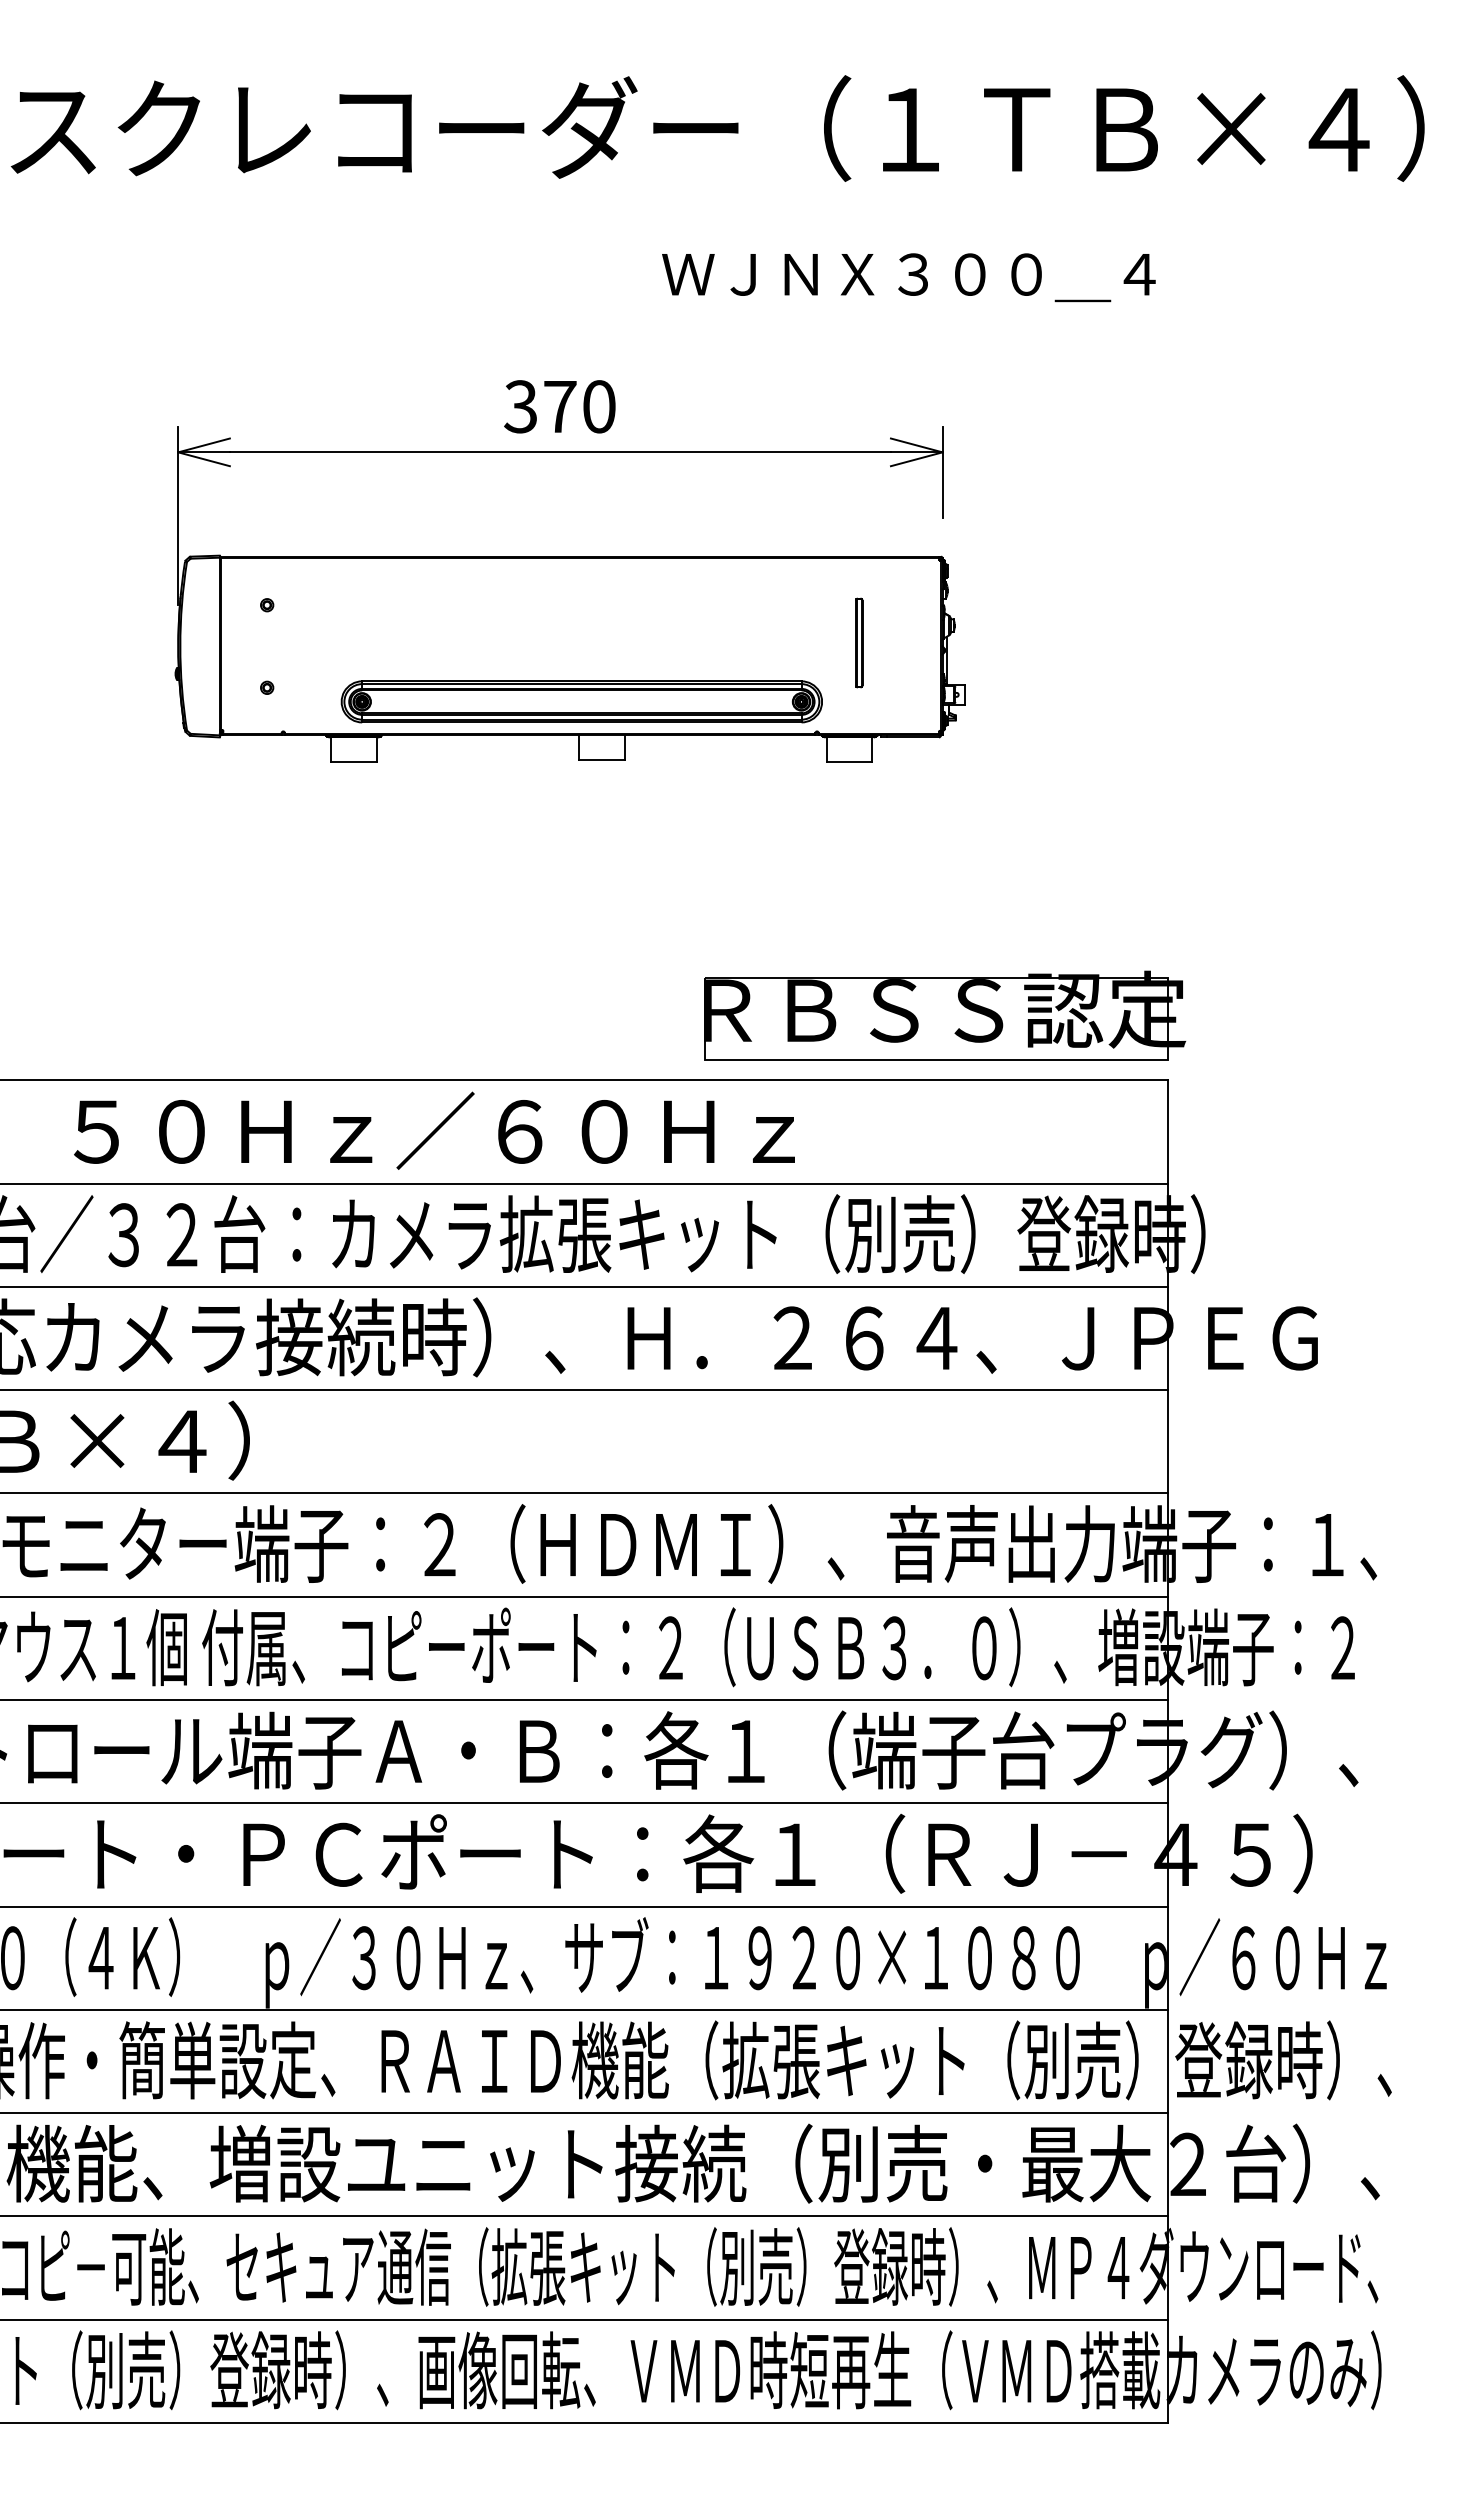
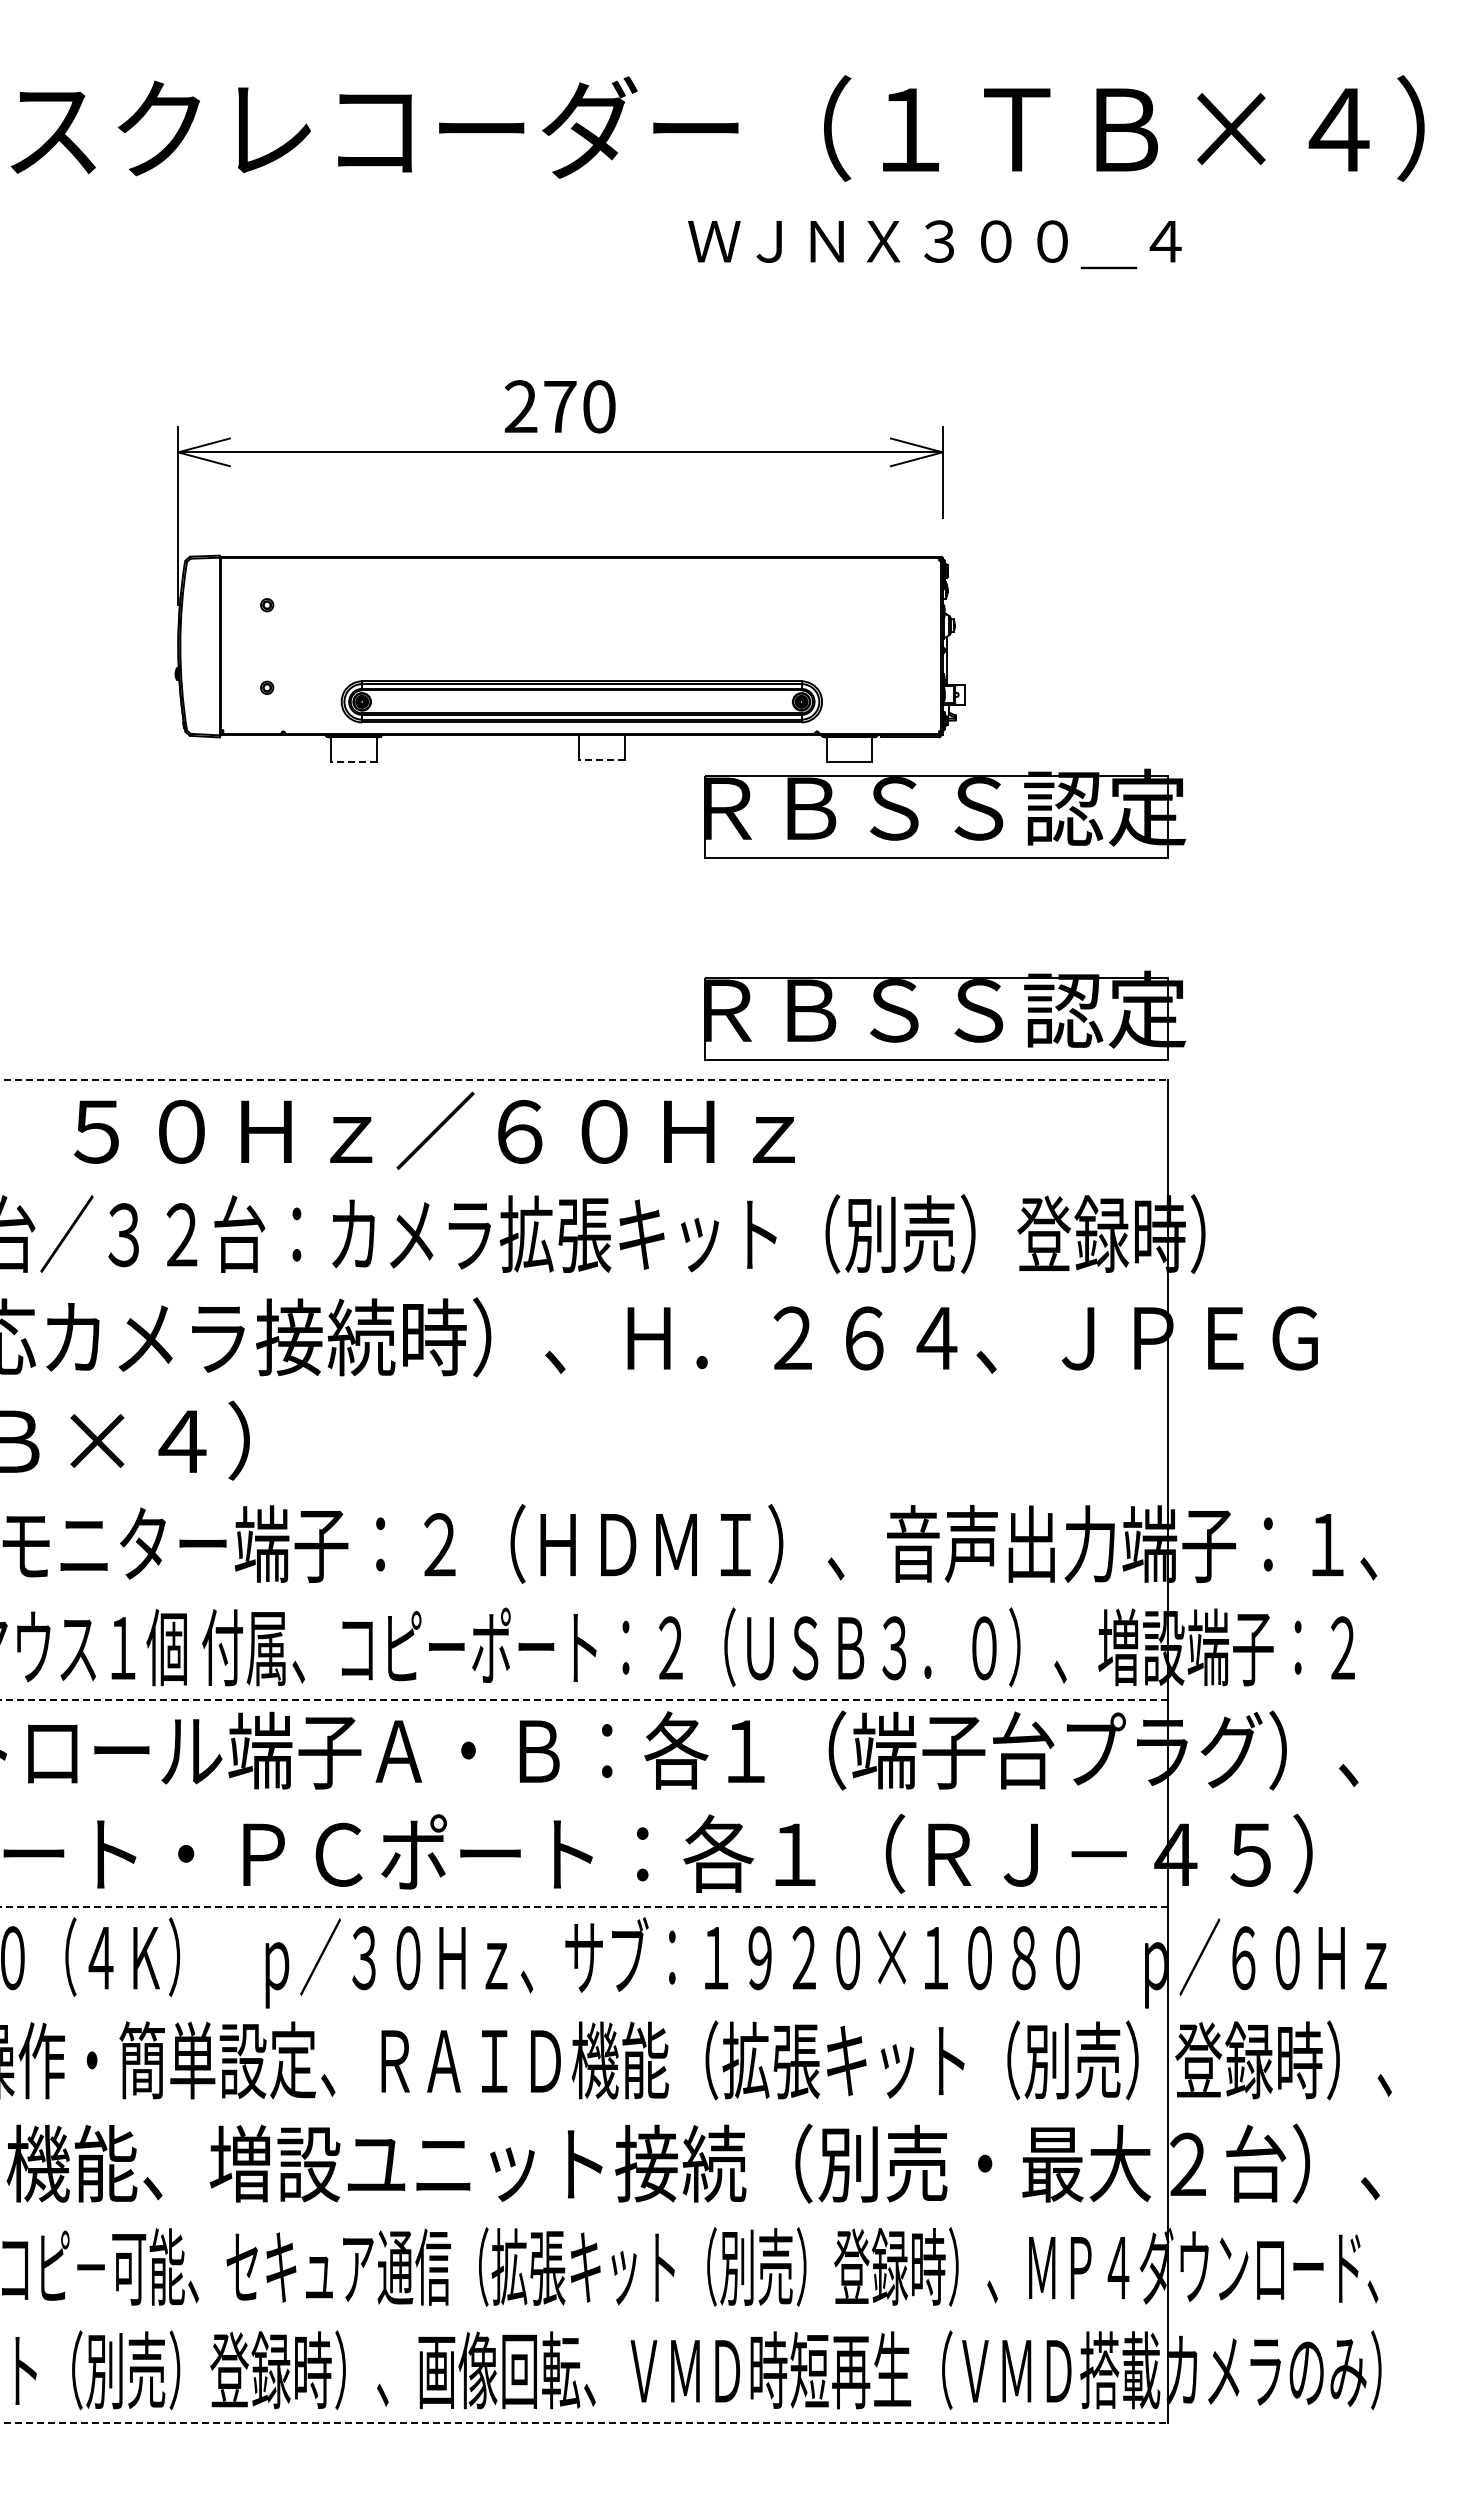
text at (908, 277) position: (908, 277) -> (934, 244)
text at (520, 406): 370 -> 270
part at (859, 642): present -> none
line at (601, 760): solid -> dashed
line at (353, 762): solid -> dashed
part at (945, 813): none -> present
line at (584, 1080): solid -> dashed
line at (584, 1183): present -> none
line at (584, 1286): present -> none
line at (584, 1390): present -> none
line at (584, 1493): present -> none
line at (584, 1596): present -> none
line at (583, 1700): solid -> dashed
line at (584, 1803): present -> none
line at (583, 1906): solid -> dashed
line at (584, 2009): present -> none
line at (584, 2113): present -> none
line at (584, 2216): present -> none
line at (584, 2319): present -> none
line at (584, 2423): solid -> dashed
